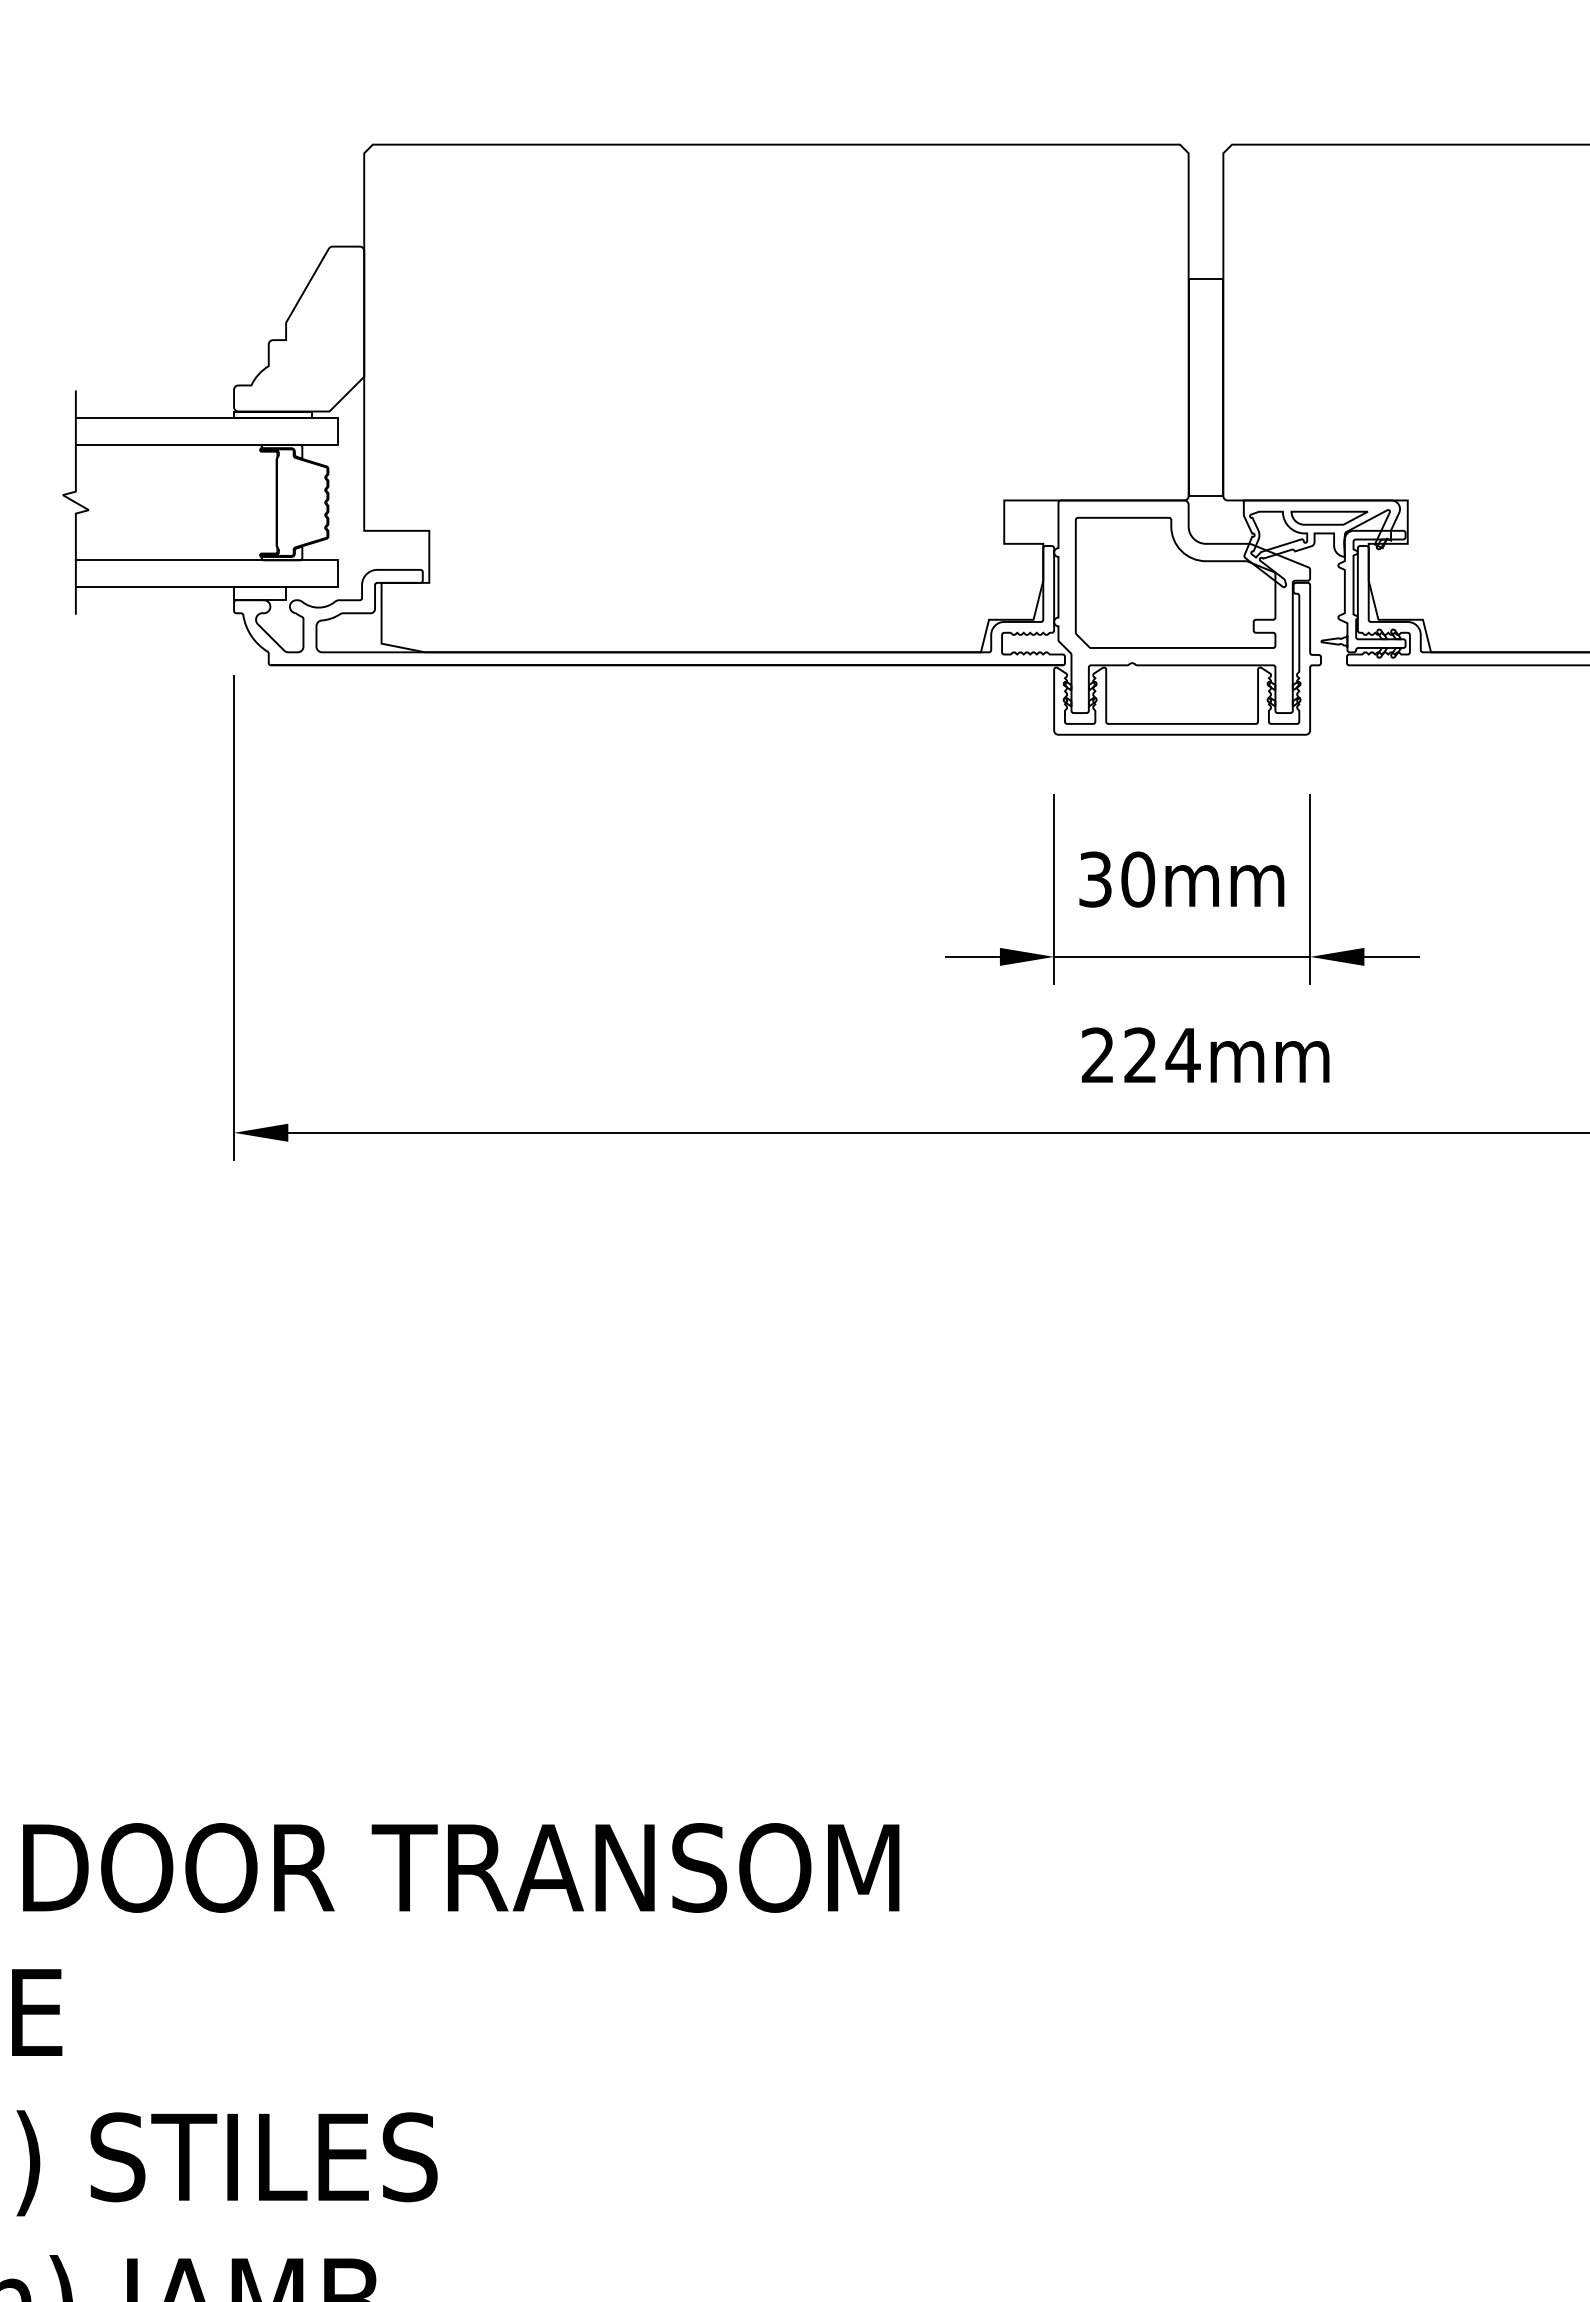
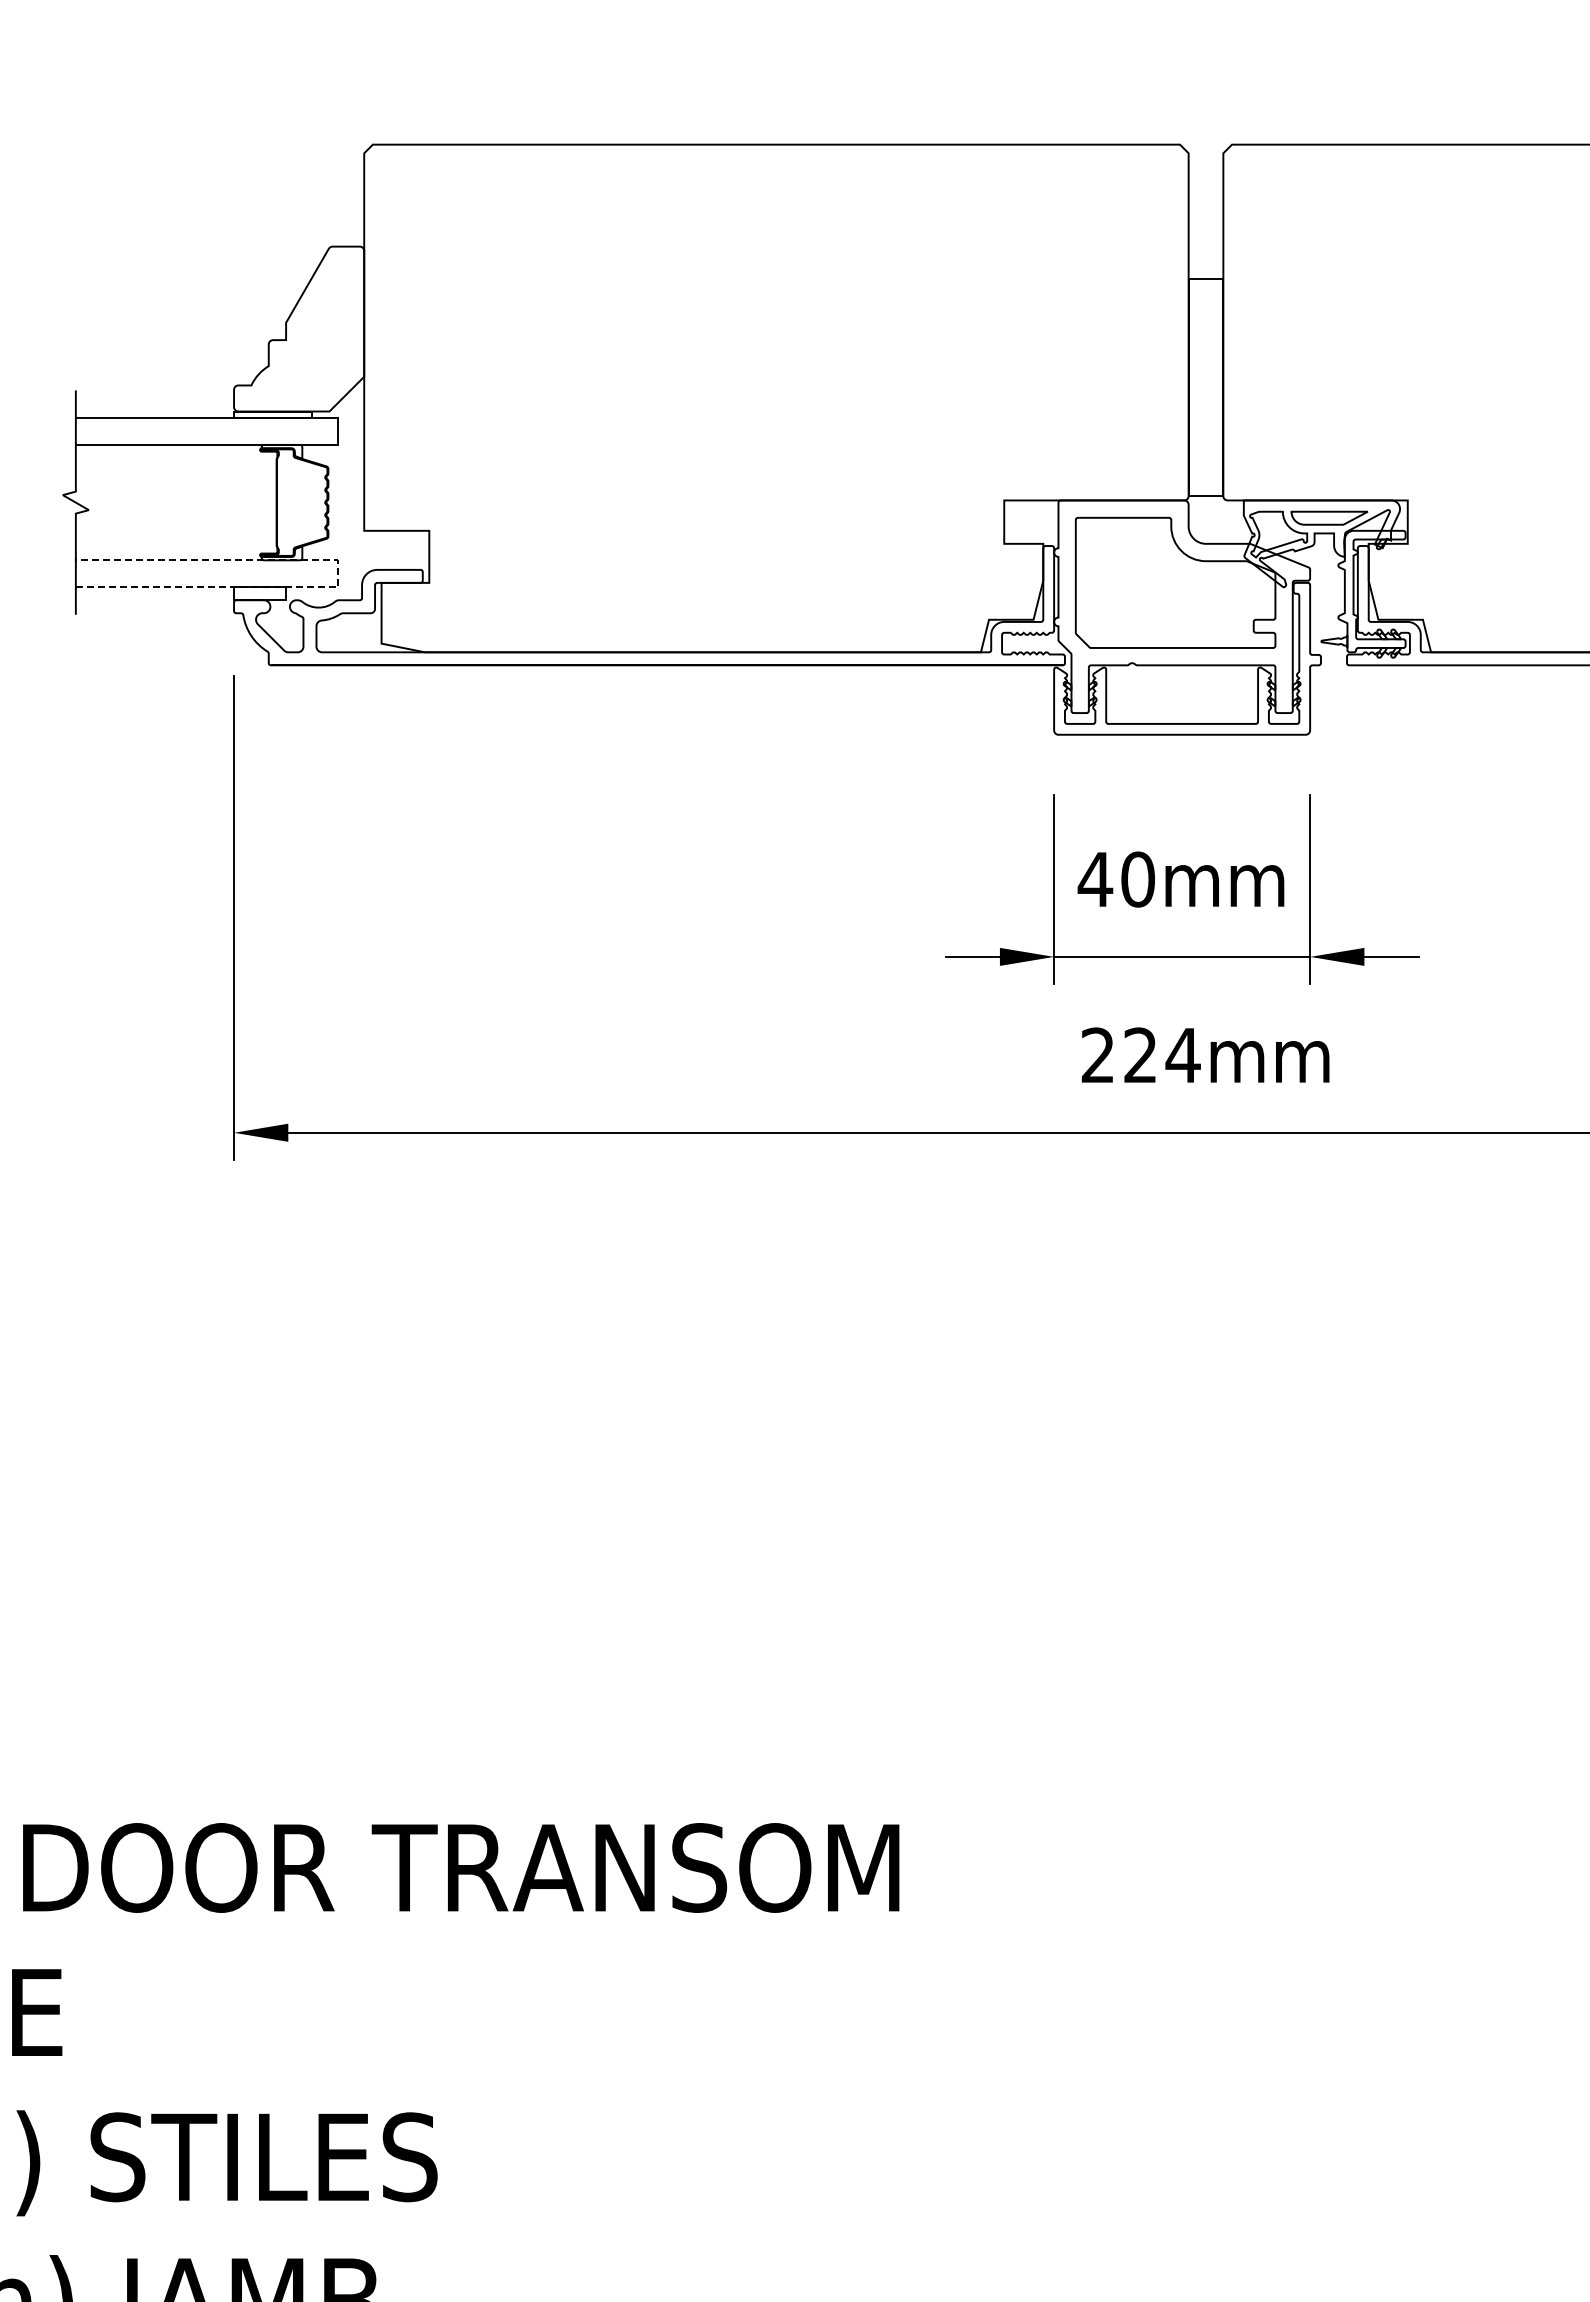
line at (338, 573): solid -> dashed
text at (1095, 879): 30mm -> 40mm
